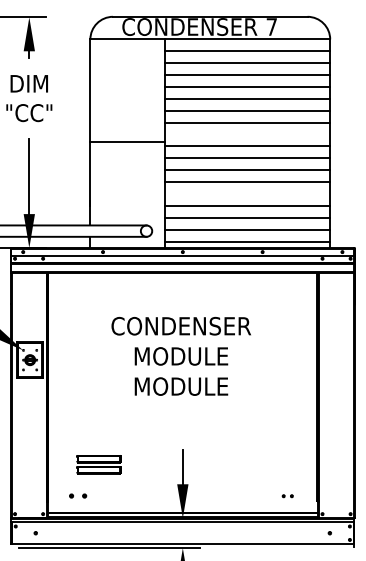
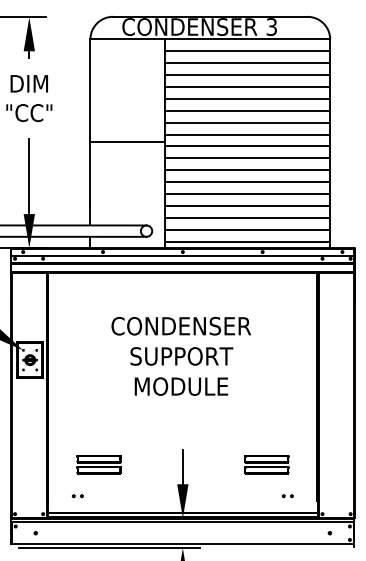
text at (271, 26): 7 -> 3
line at (247, 134): none -> present
line at (247, 194): none -> present
text at (181, 356): MODULE -> SUPPORT
part at (266, 464): none -> present
part at (78, 495) size: 19x6 px -> 13x5 px
